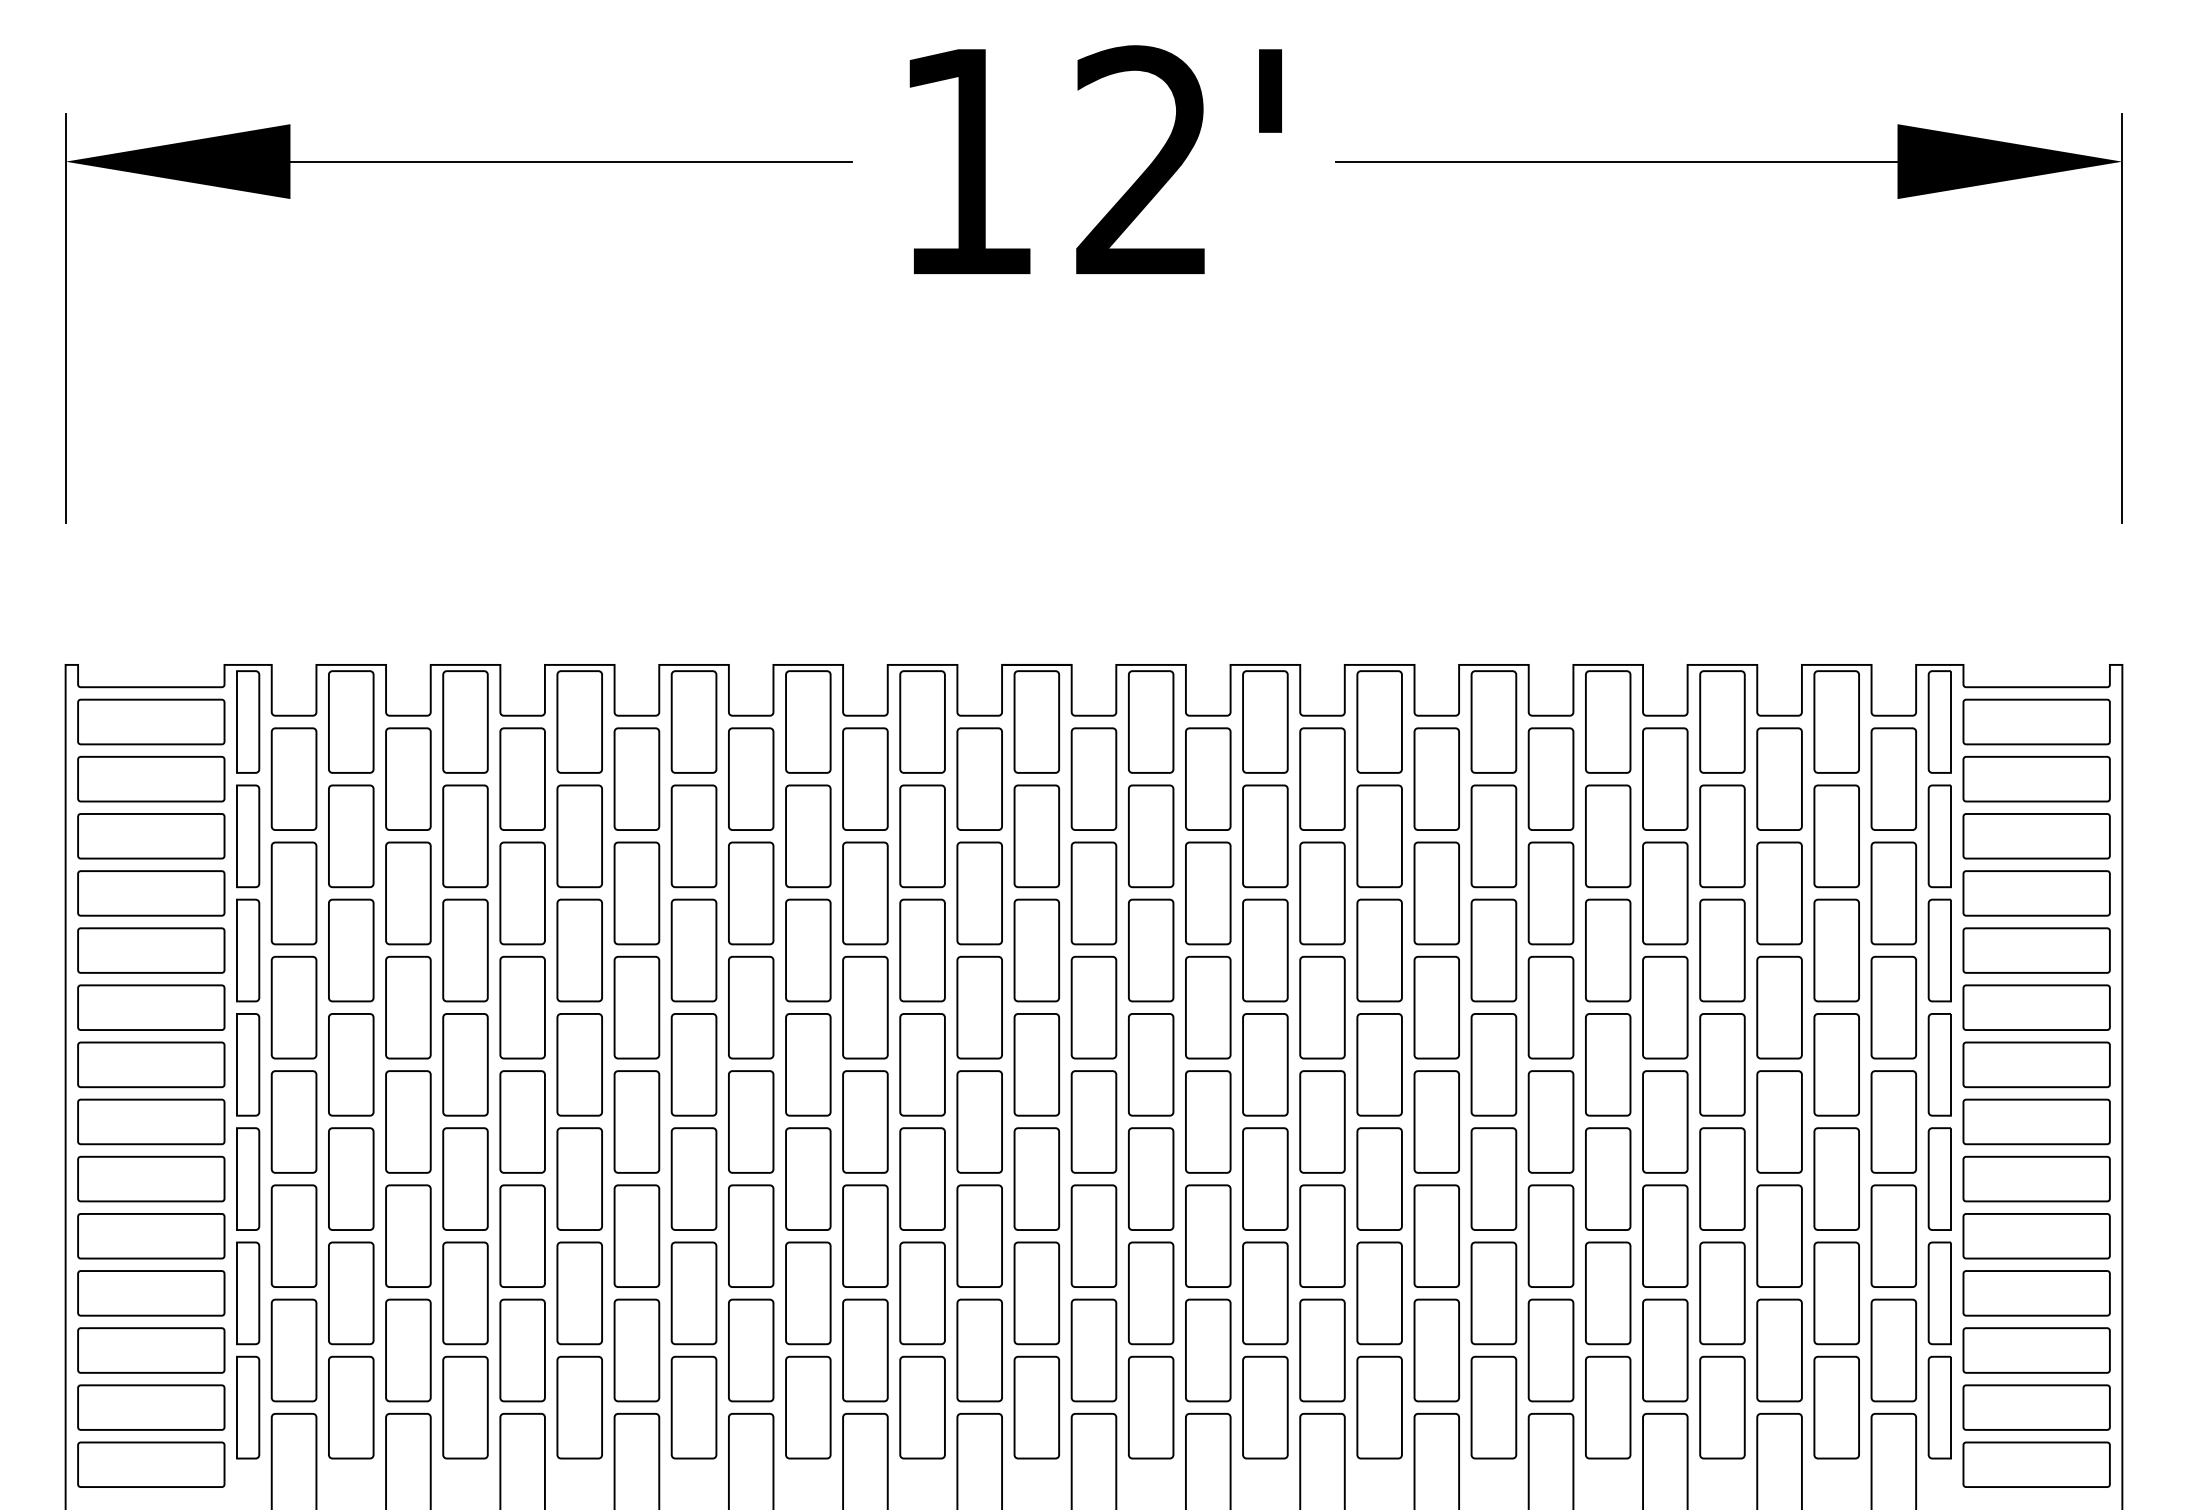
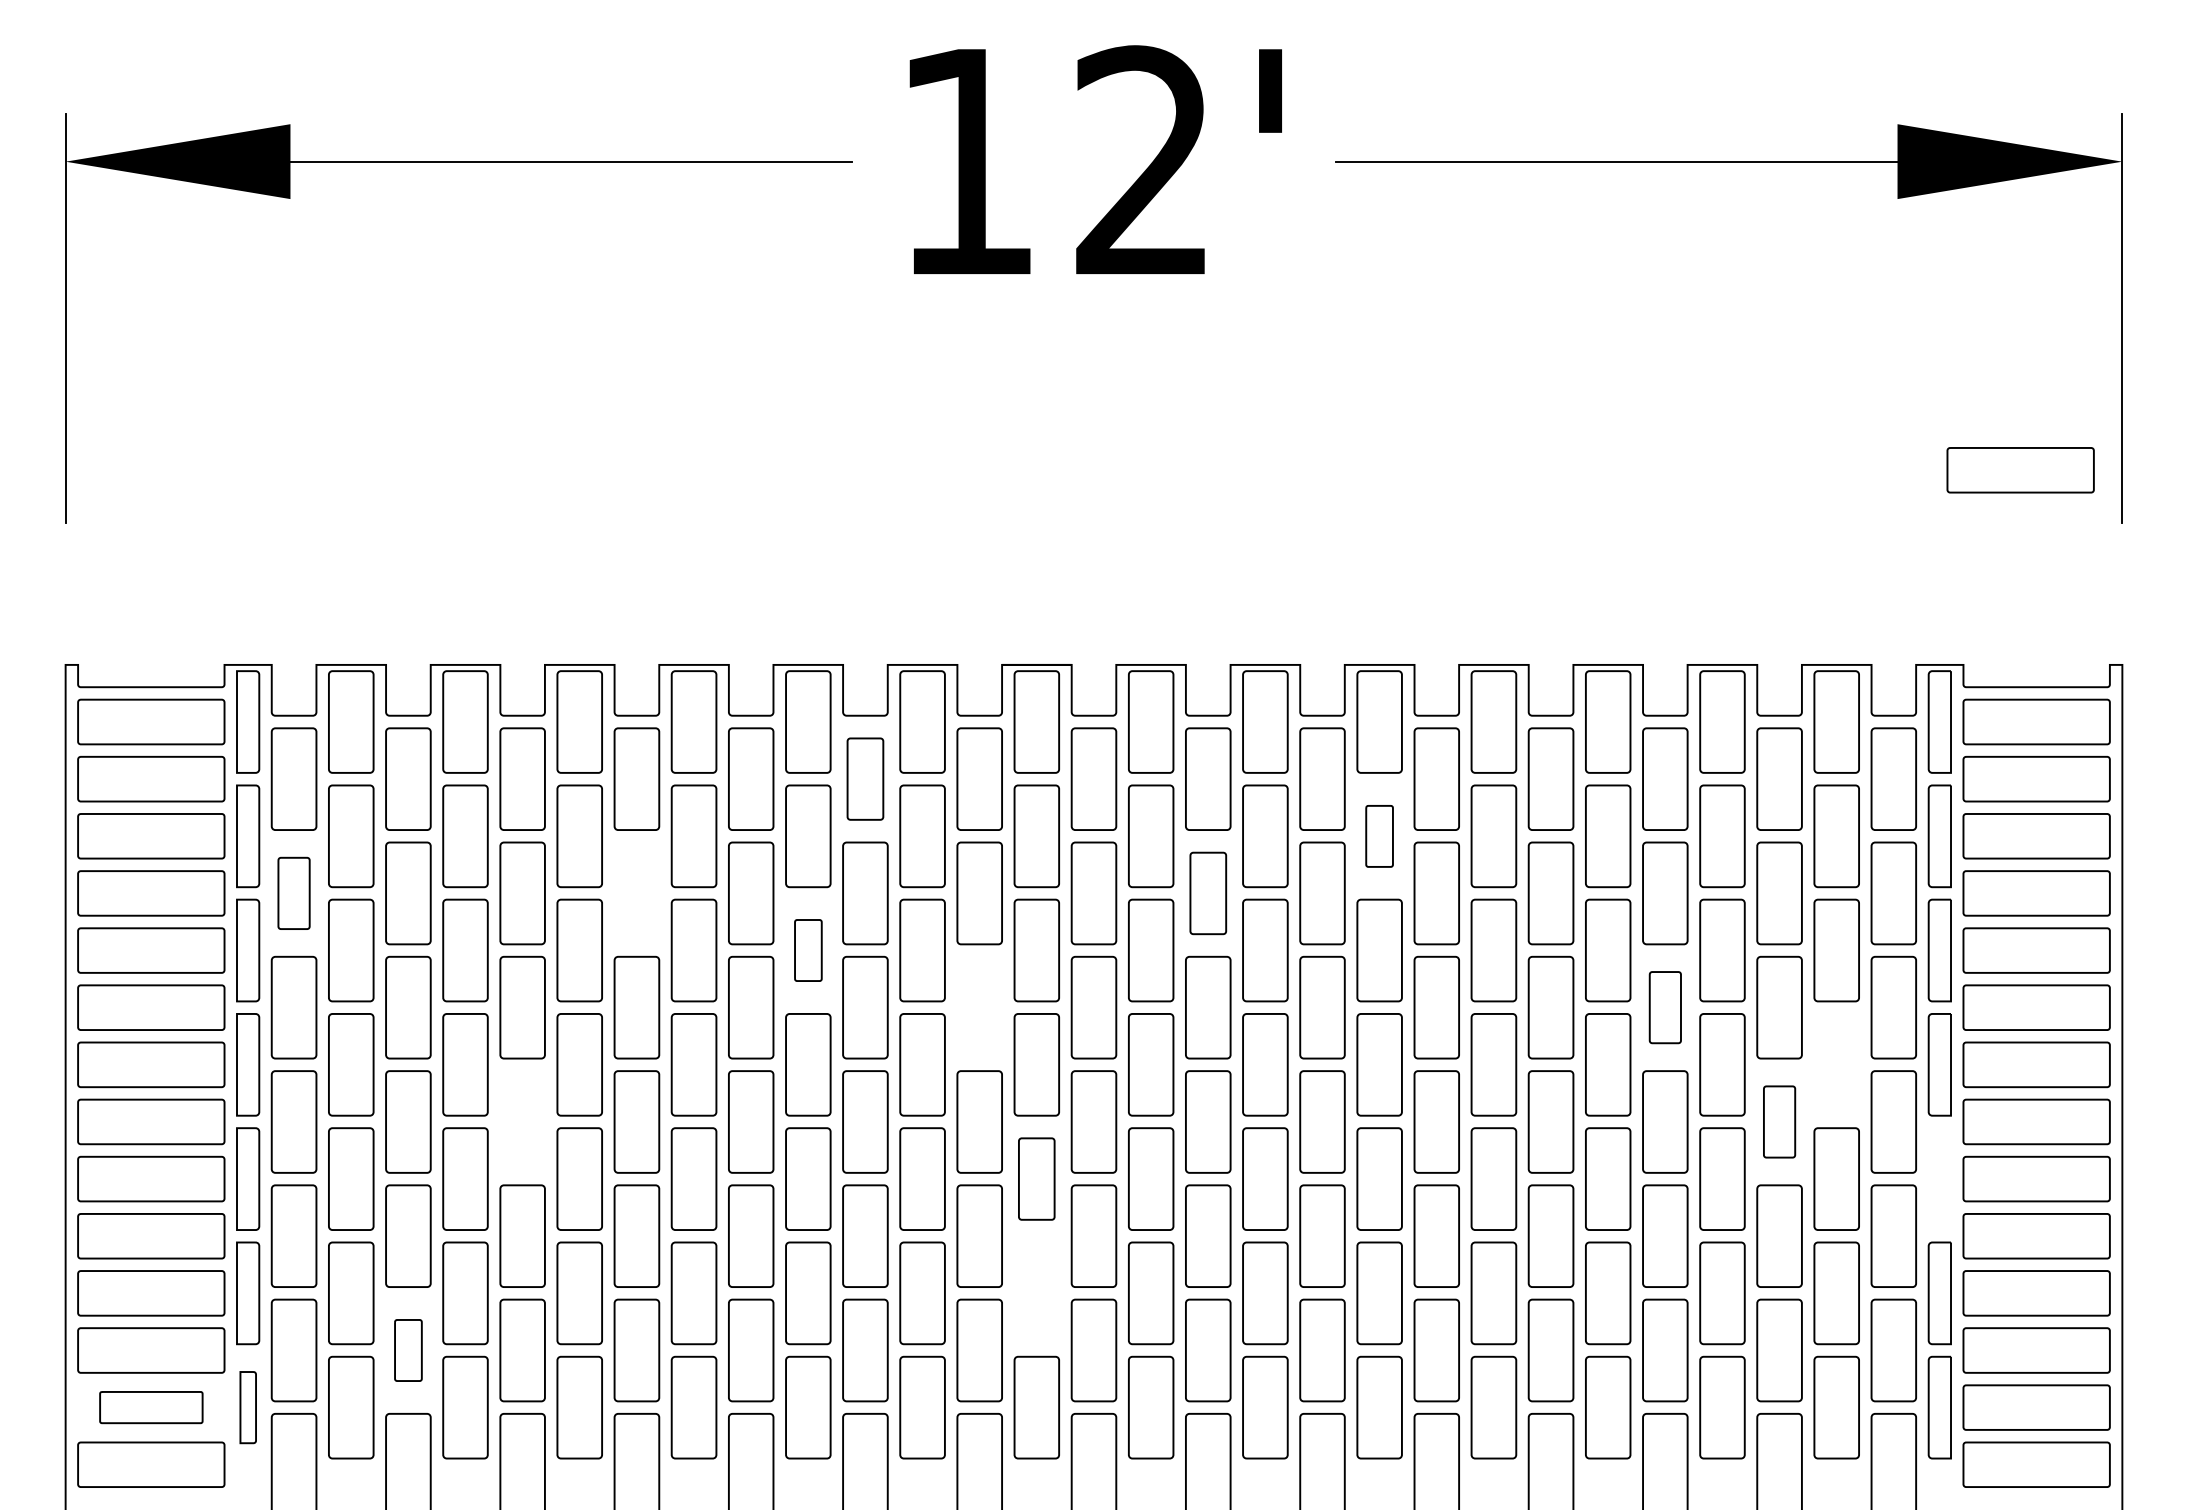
part at (2020, 470): none -> present
part at (865, 778) size: 47x104 px -> 39x84 px
part at (1379, 836) size: 47x105 px -> 29x63 px
part at (293, 893) size: 48x105 px -> 34x74 px
part at (636, 893): present -> none
part at (1208, 893) size: 47x105 px -> 39x85 px
part at (808, 950) size: 47x105 px -> 29x63 px
part at (979, 1007): present -> none
part at (1665, 1007) size: 47x105 px -> 34x74 px
part at (1836, 1064): present -> none
part at (522, 1121): present -> none
part at (1779, 1121) size: 47x104 px -> 34x74 px
part at (1036, 1178) size: 47x104 px -> 38x84 px
part at (1939, 1178): present -> none
part at (1036, 1293): present -> none
part at (408, 1350) size: 47x105 px -> 29x63 px
part at (151, 1407) size: 149x47 px -> 105x34 px
part at (248, 1407) size: 25x105 px -> 18x74 px
